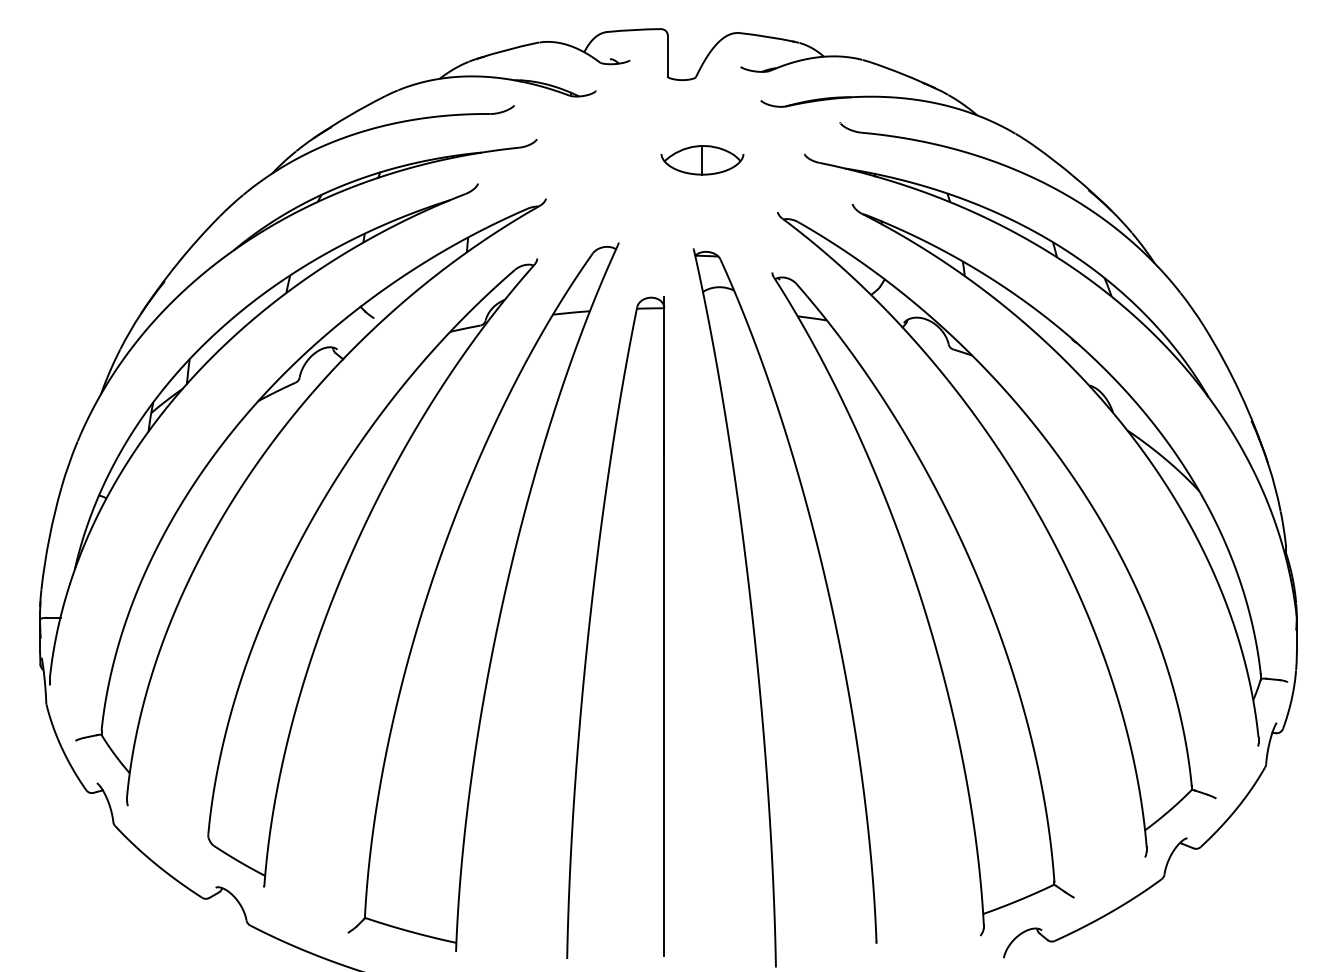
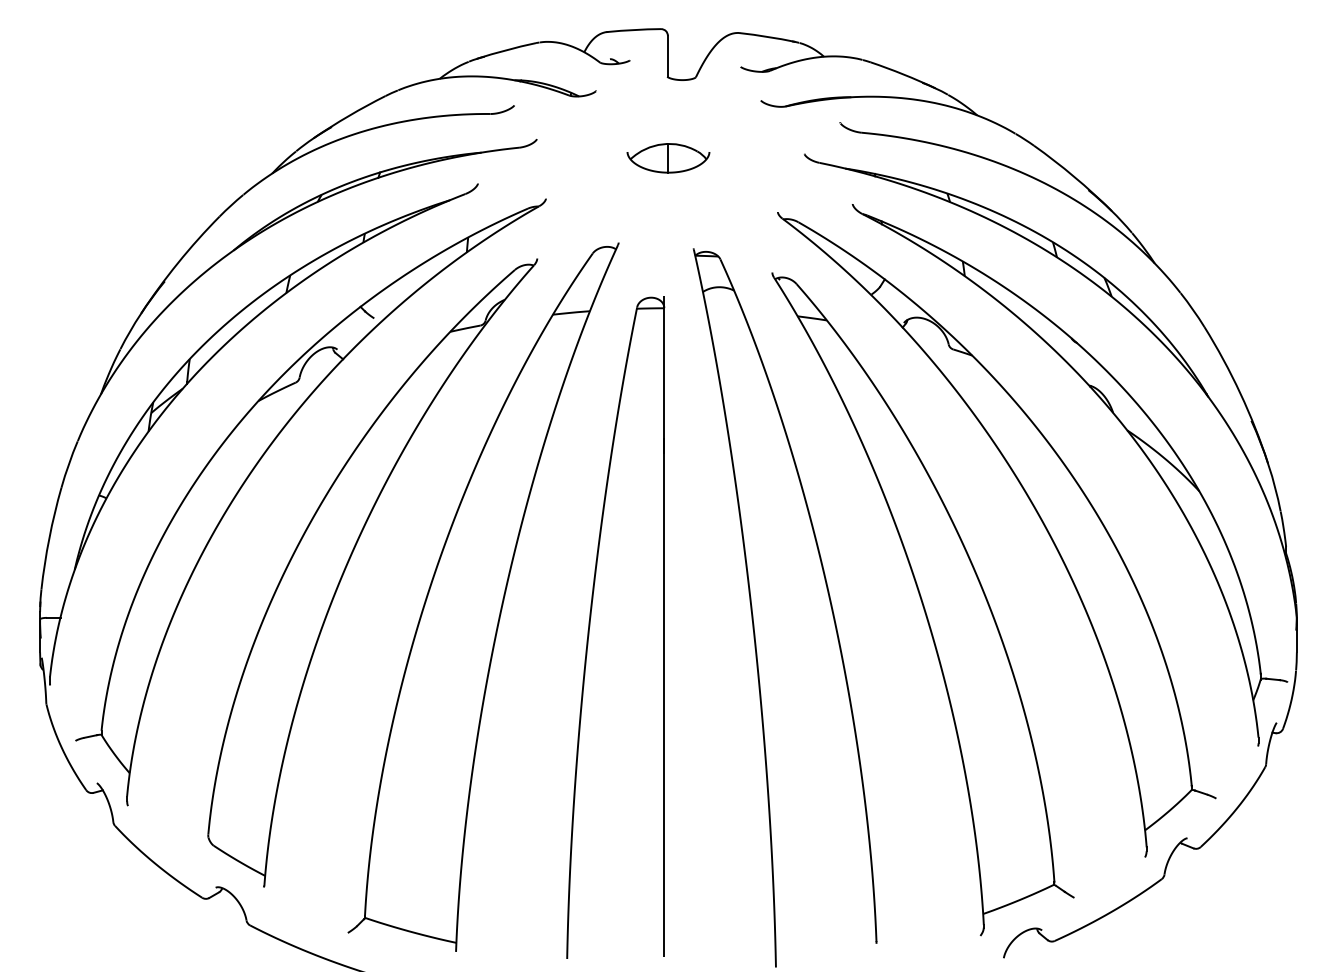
part at (702, 160) position: (702, 160) -> (668, 158)
